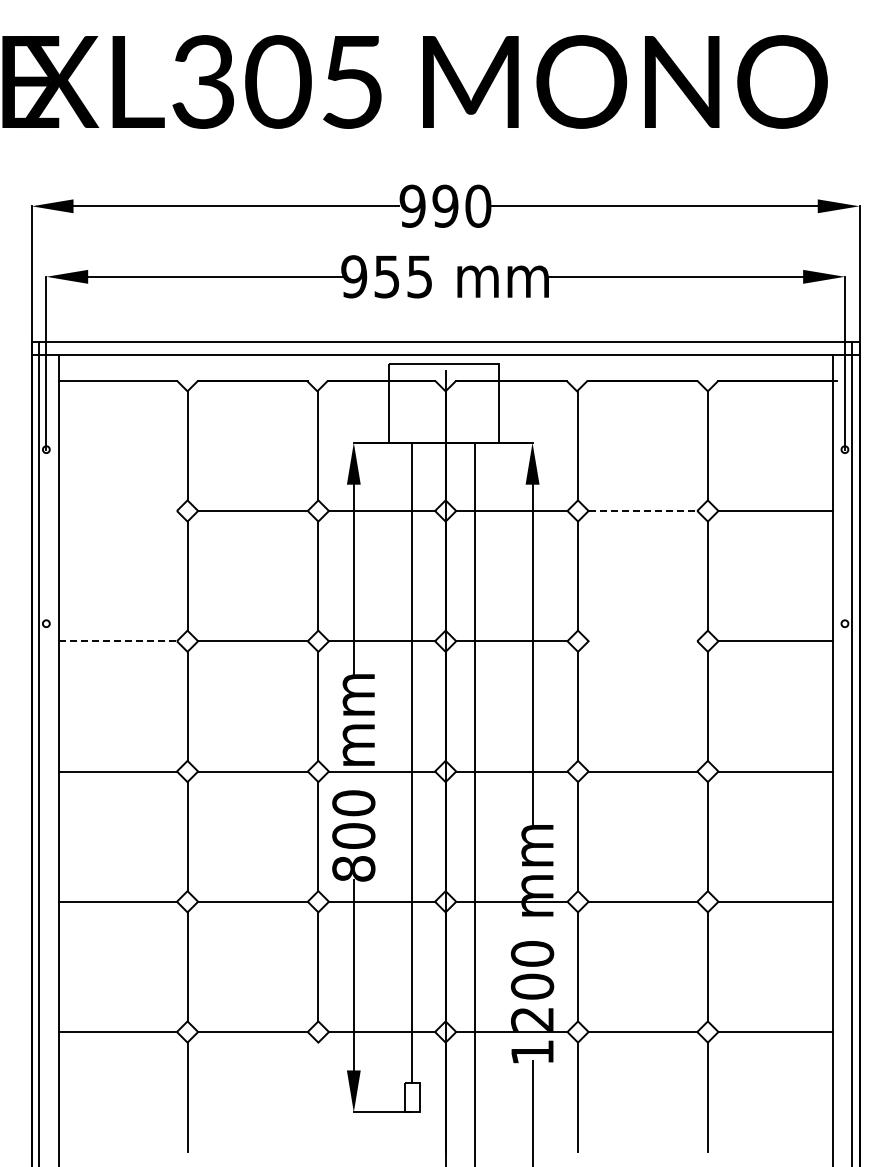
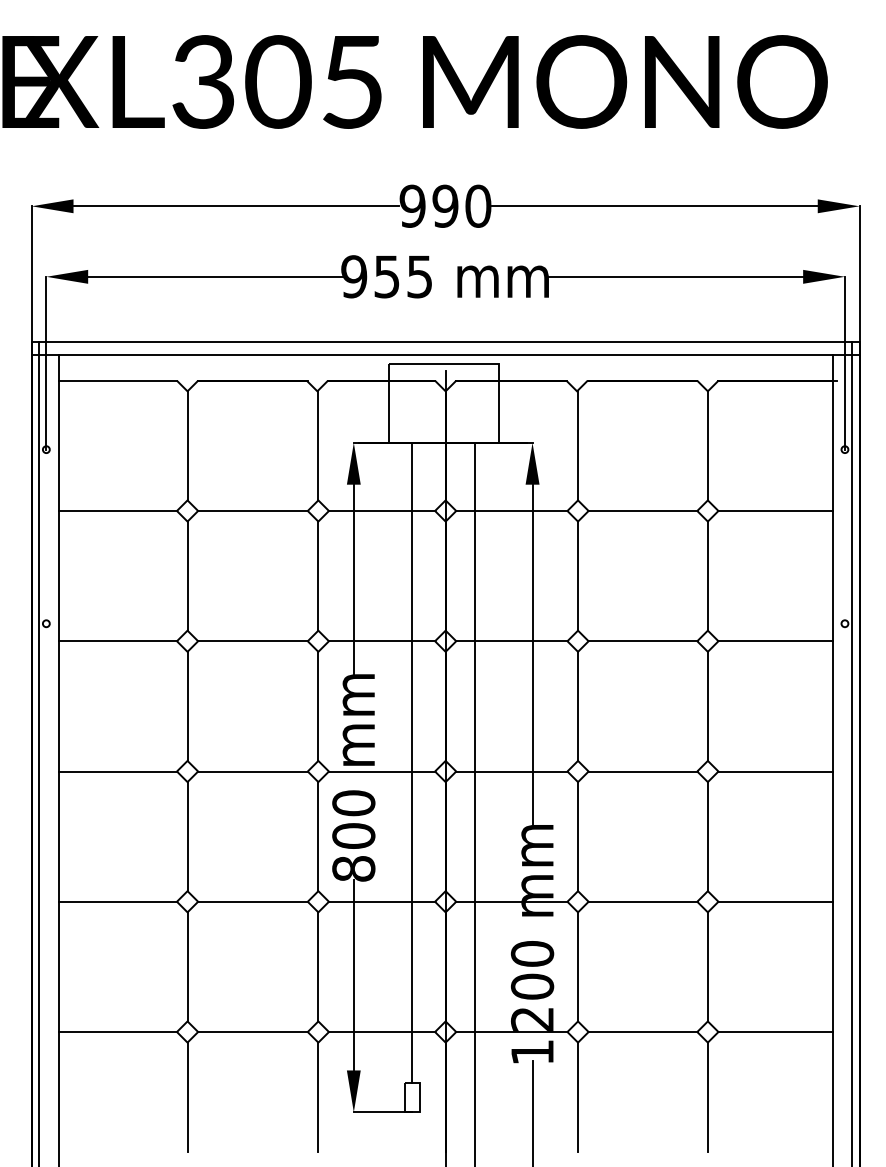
line at (117, 511): none -> present
line at (643, 511): dashed -> solid
line at (118, 641): dashed -> solid
line at (642, 641): none -> present
line at (318, 1096): none -> present
